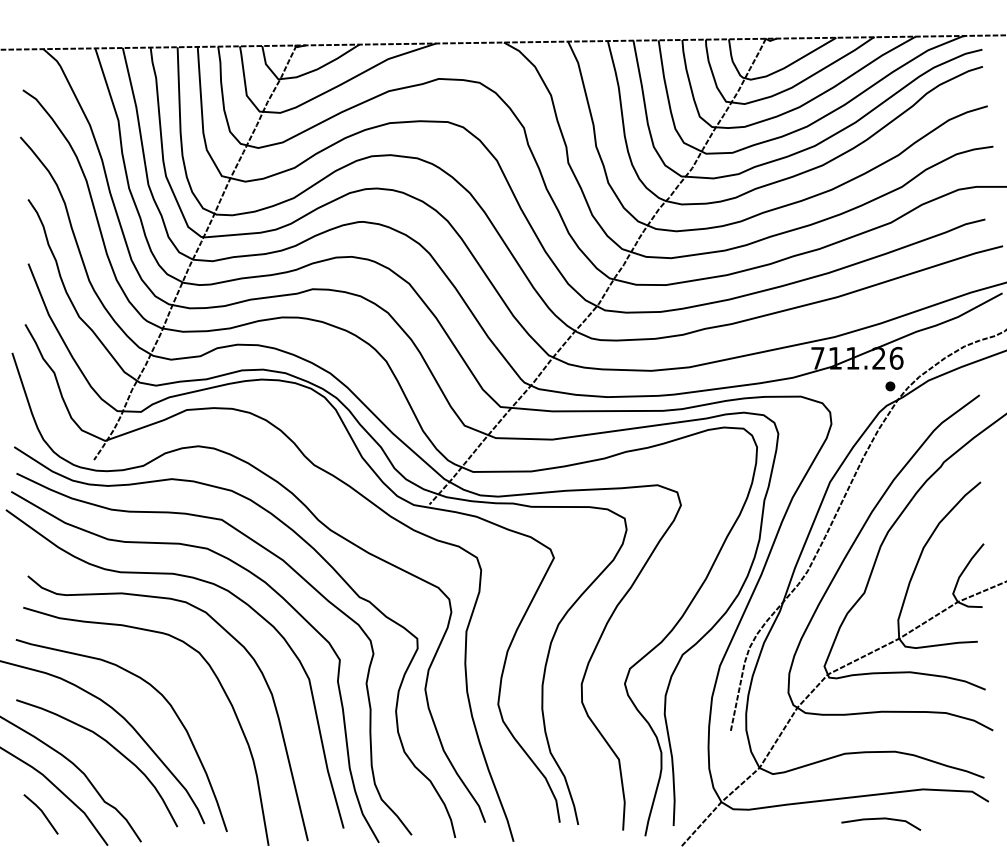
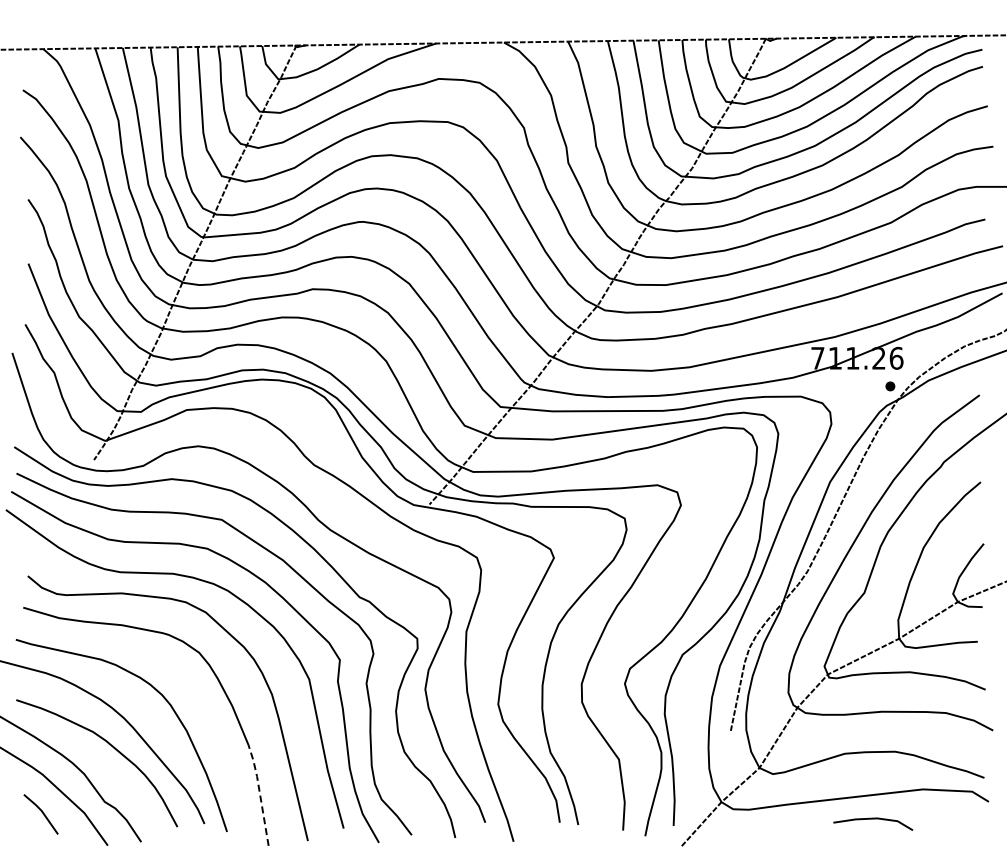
line at (259, 794): solid -> dashed
line at (881, 819) position: (881, 819) -> (873, 819)
